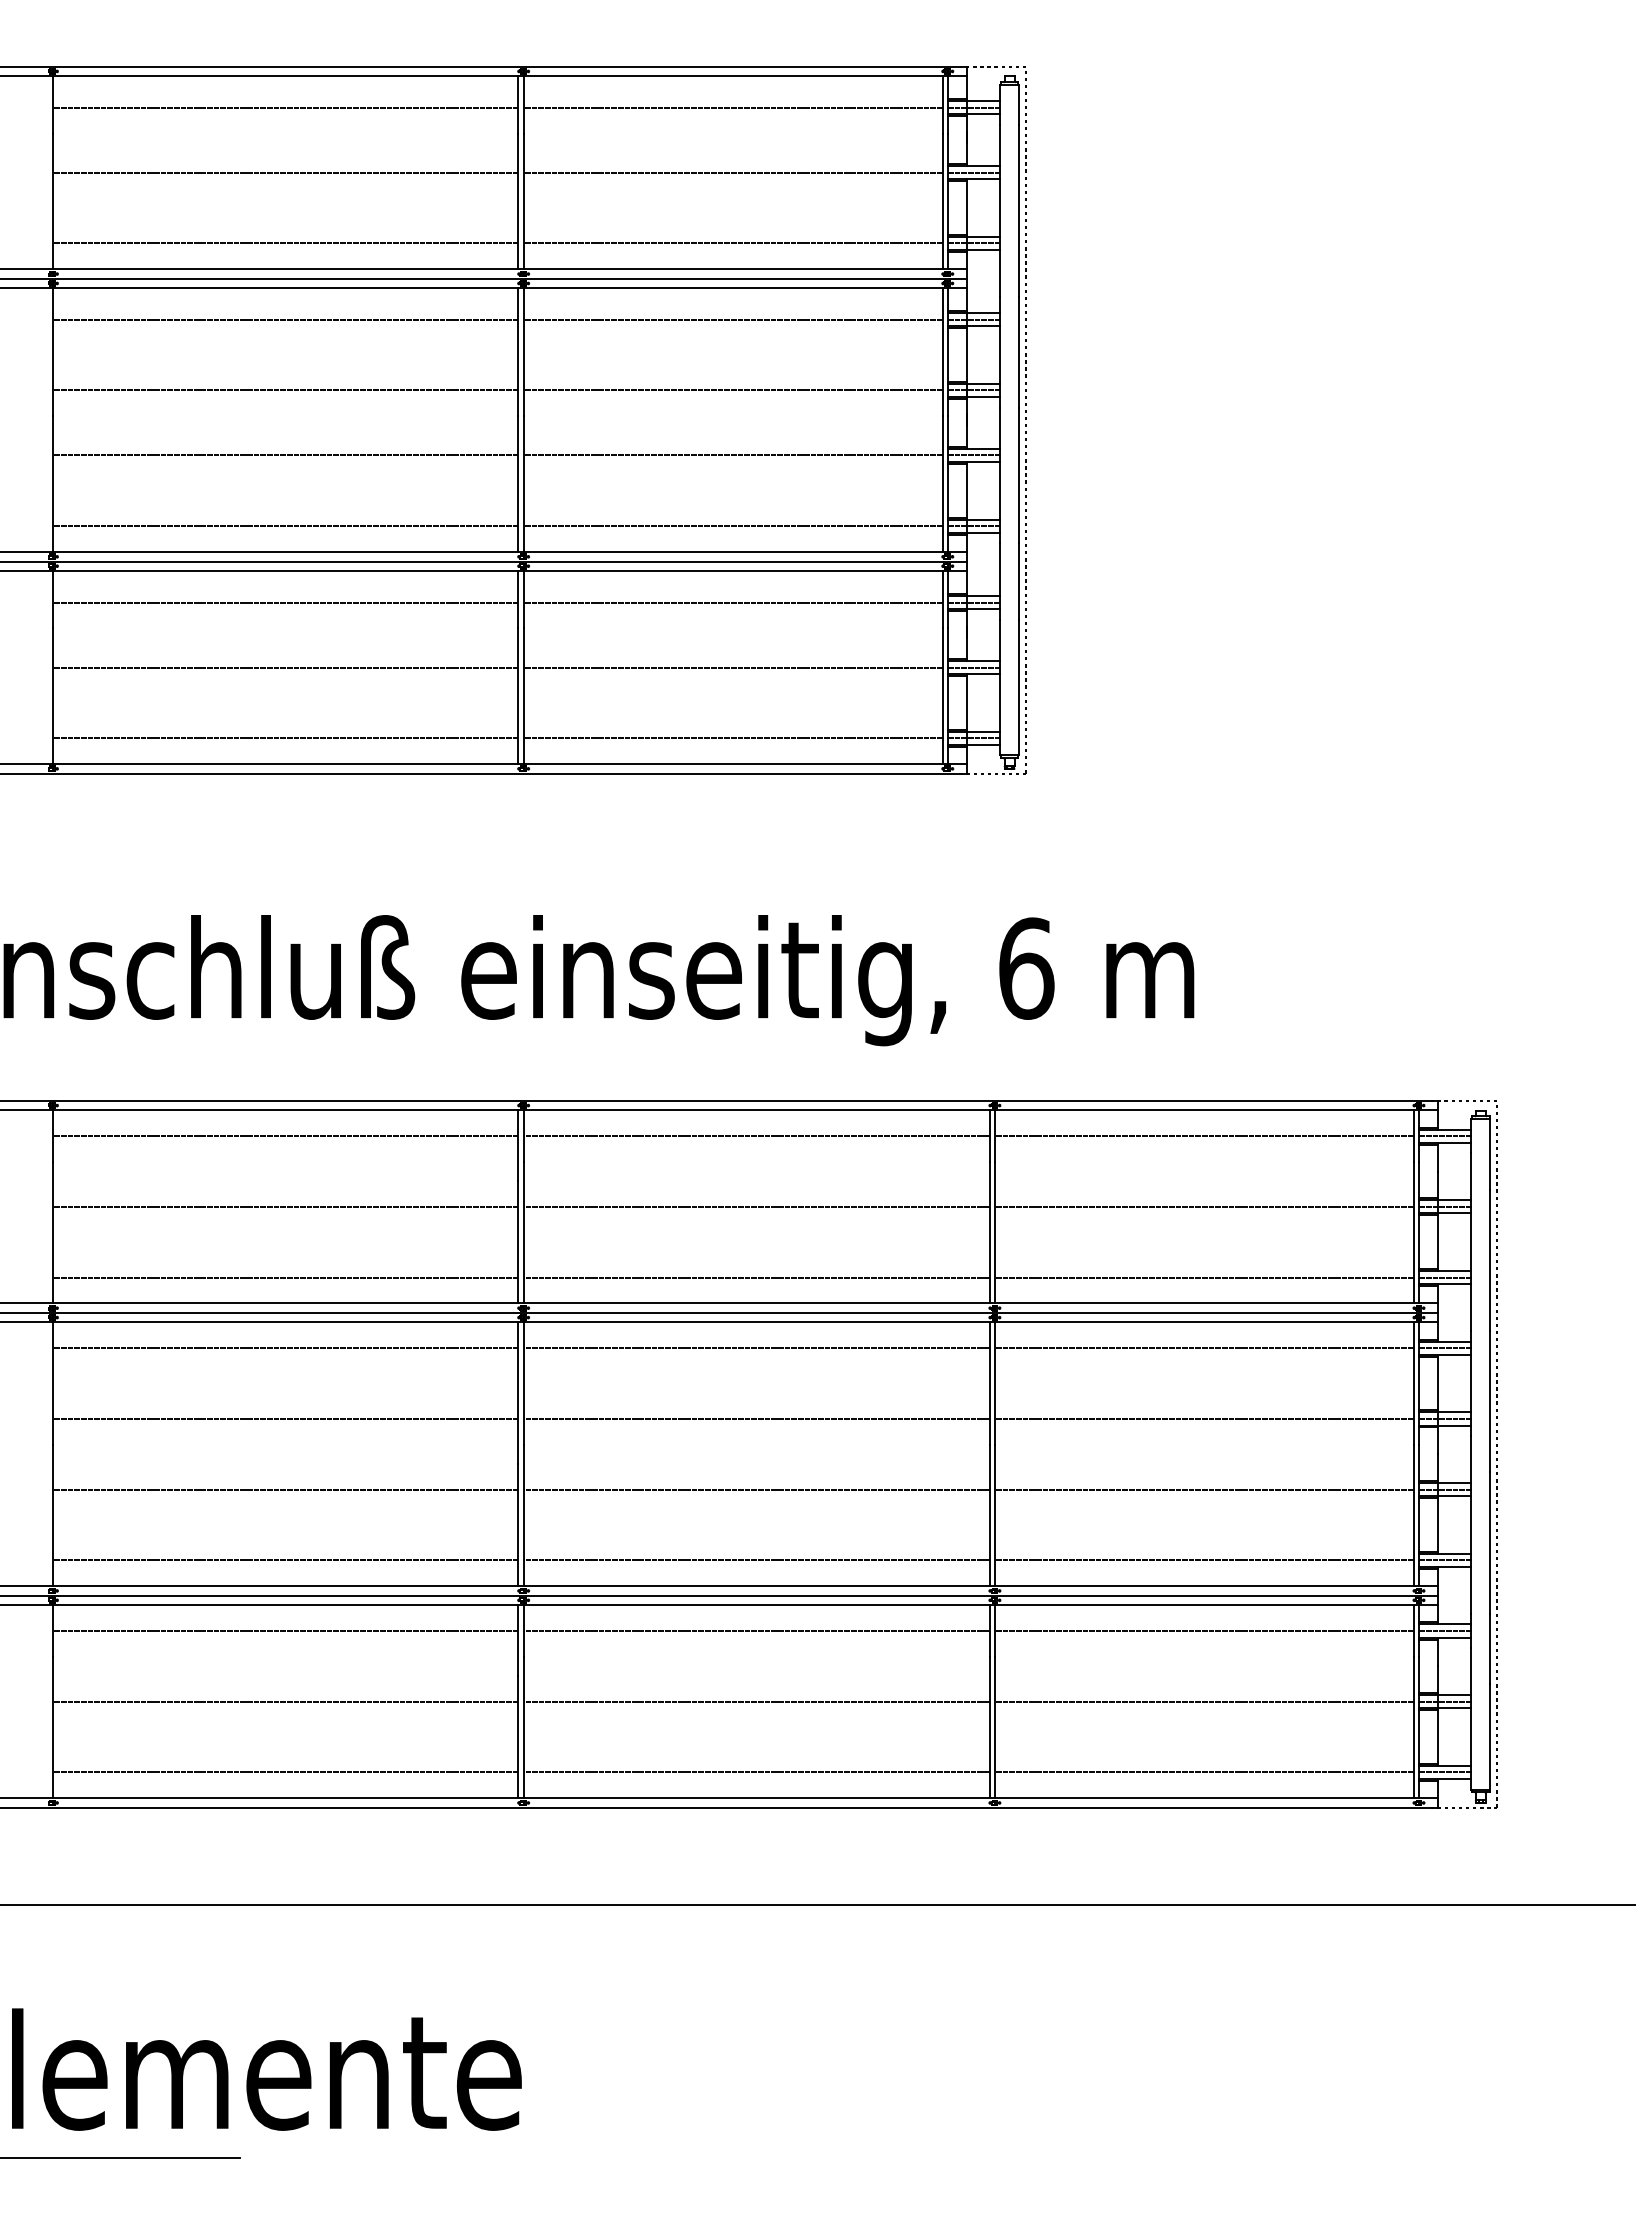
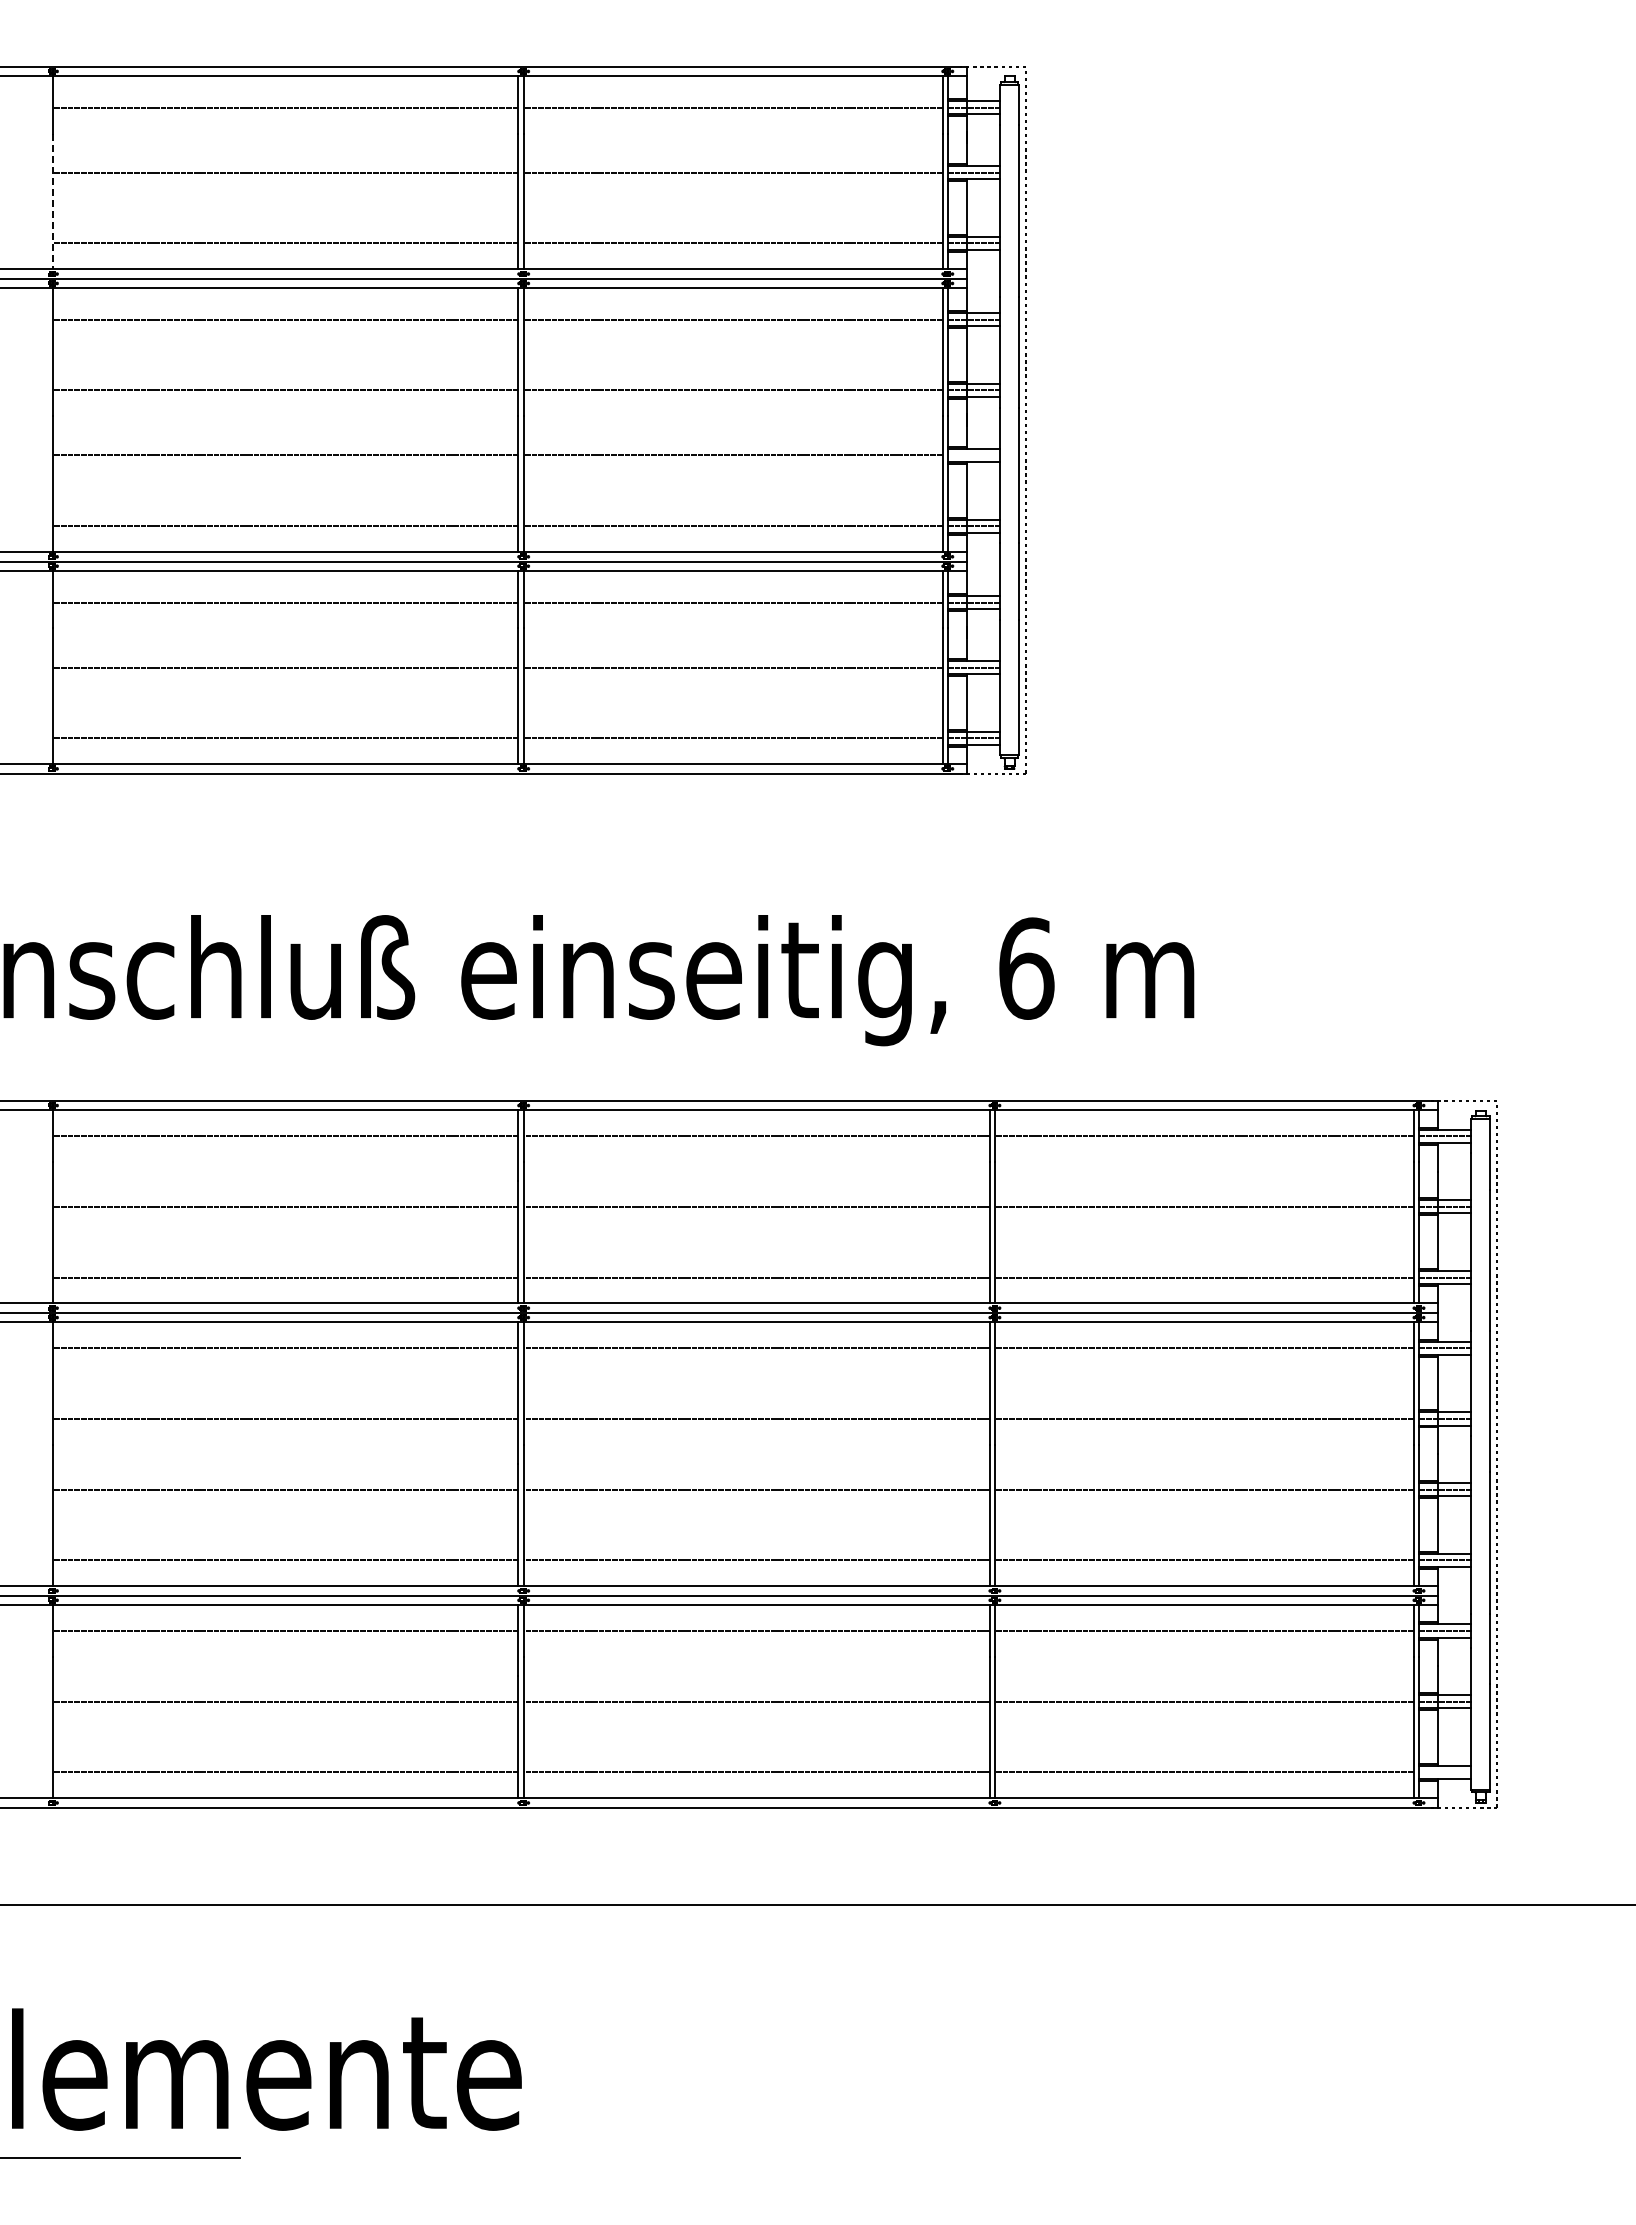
line at (52, 201): solid -> dashed
line at (974, 455): present -> none
line at (1445, 1772): present -> none
